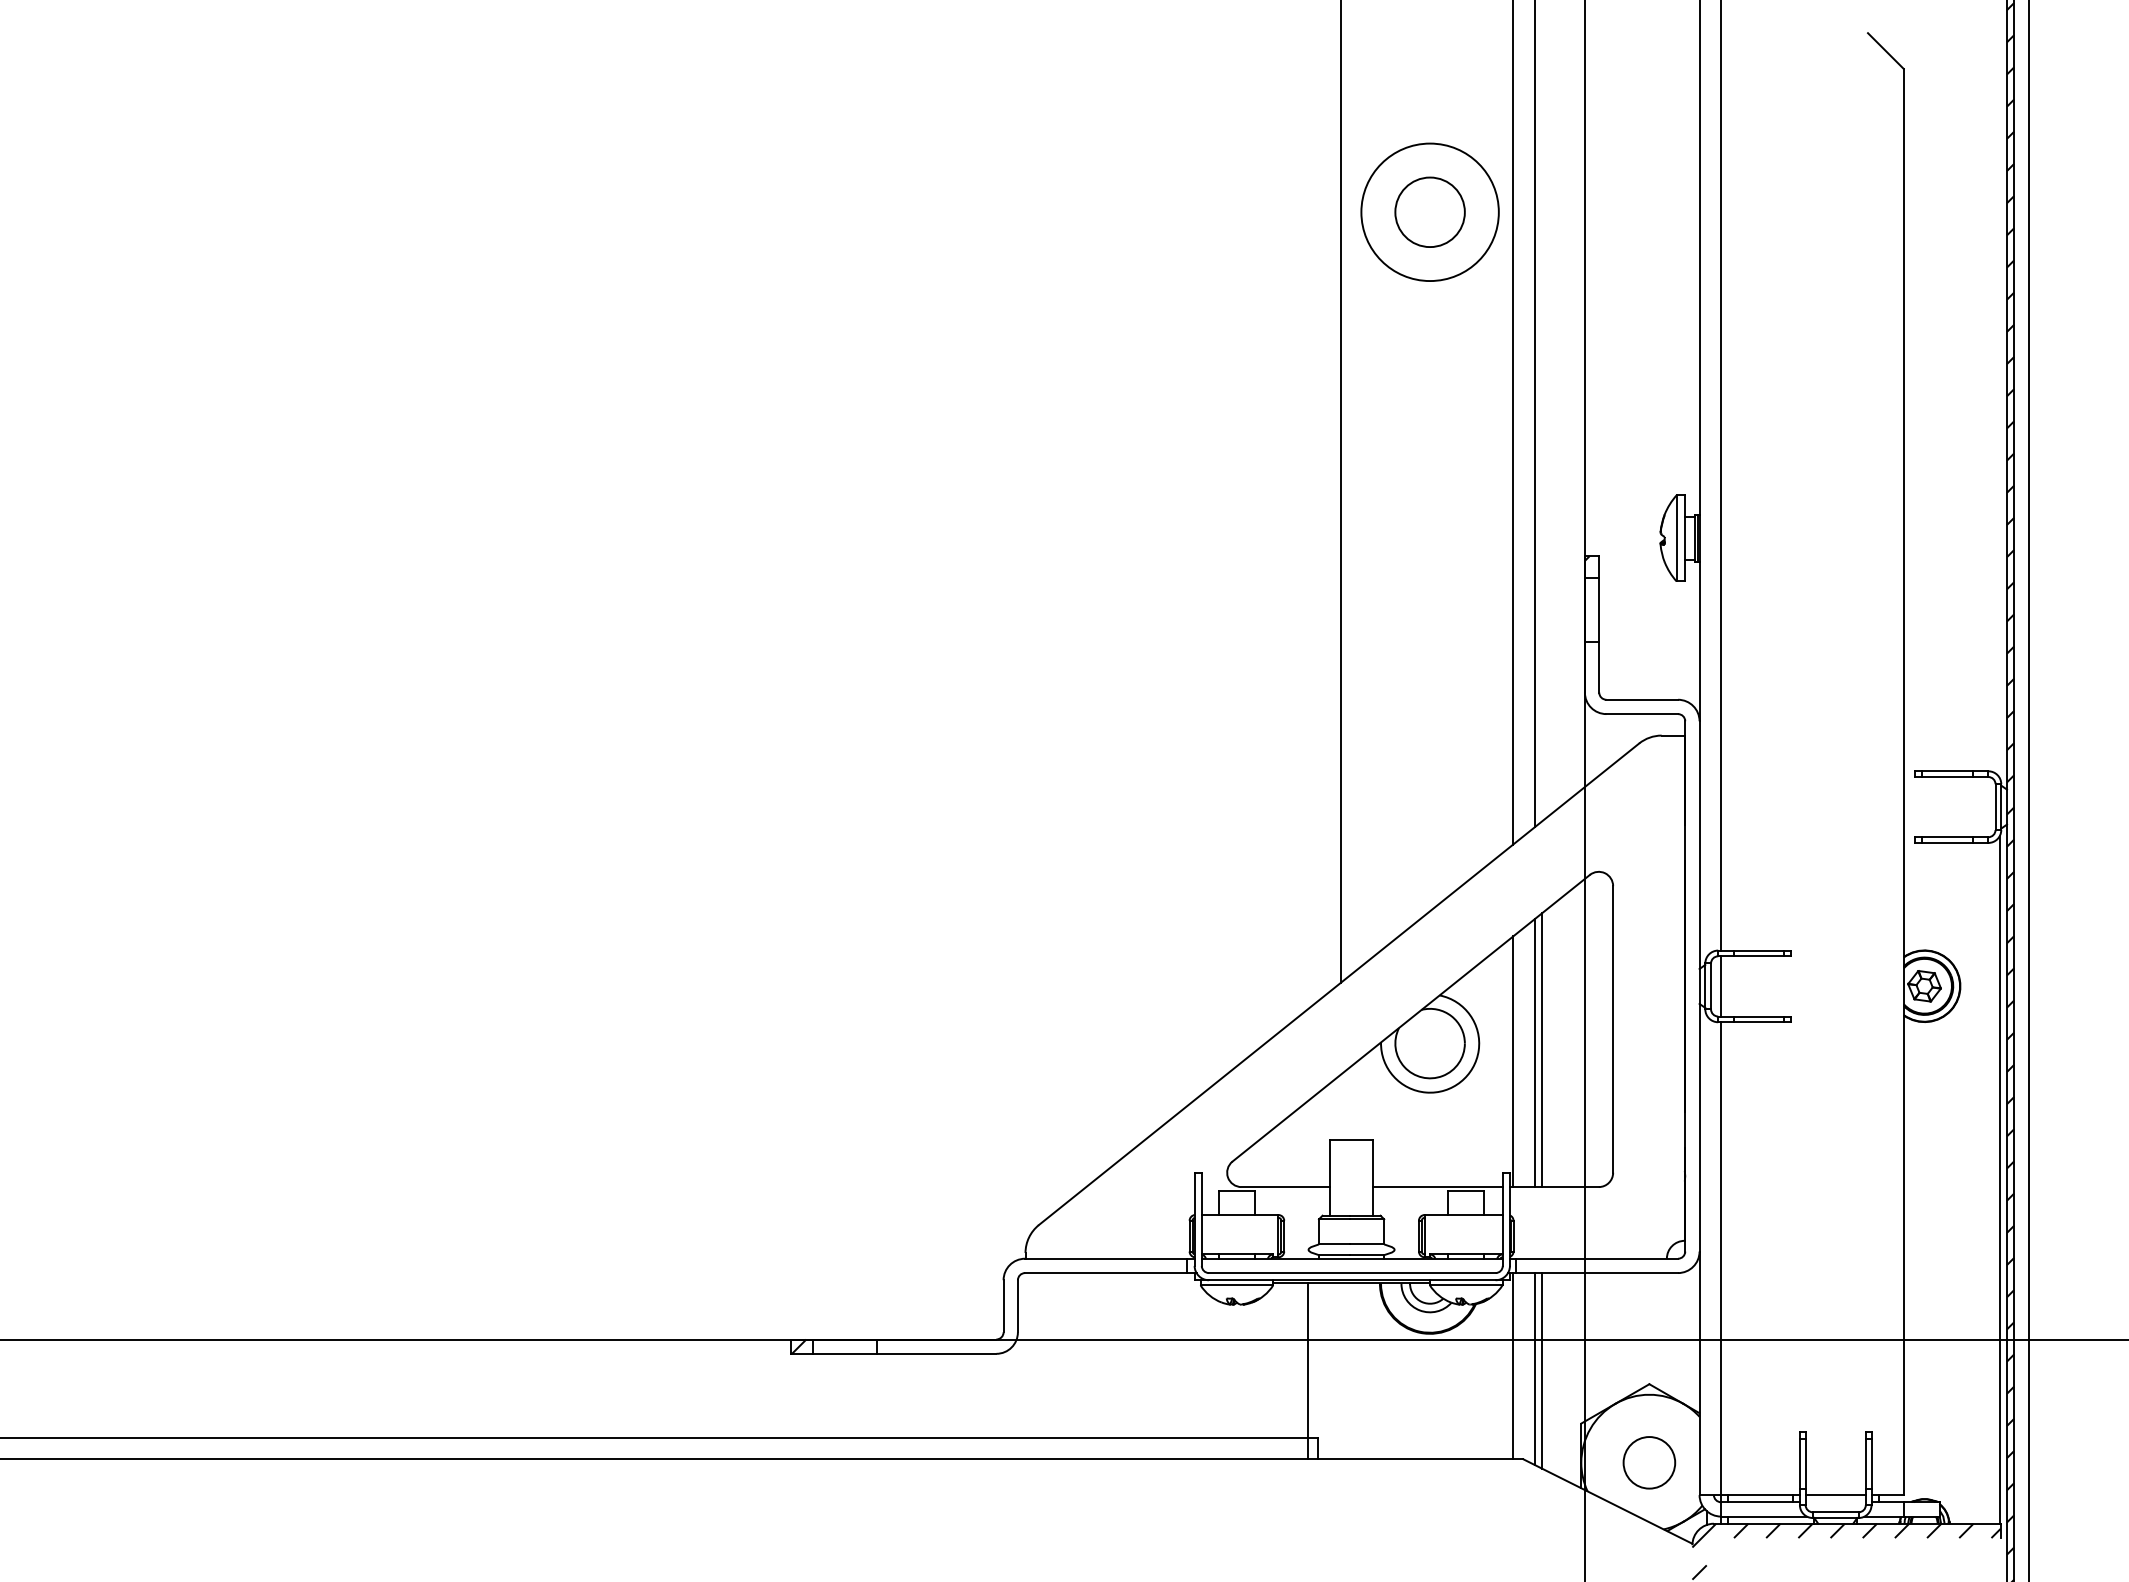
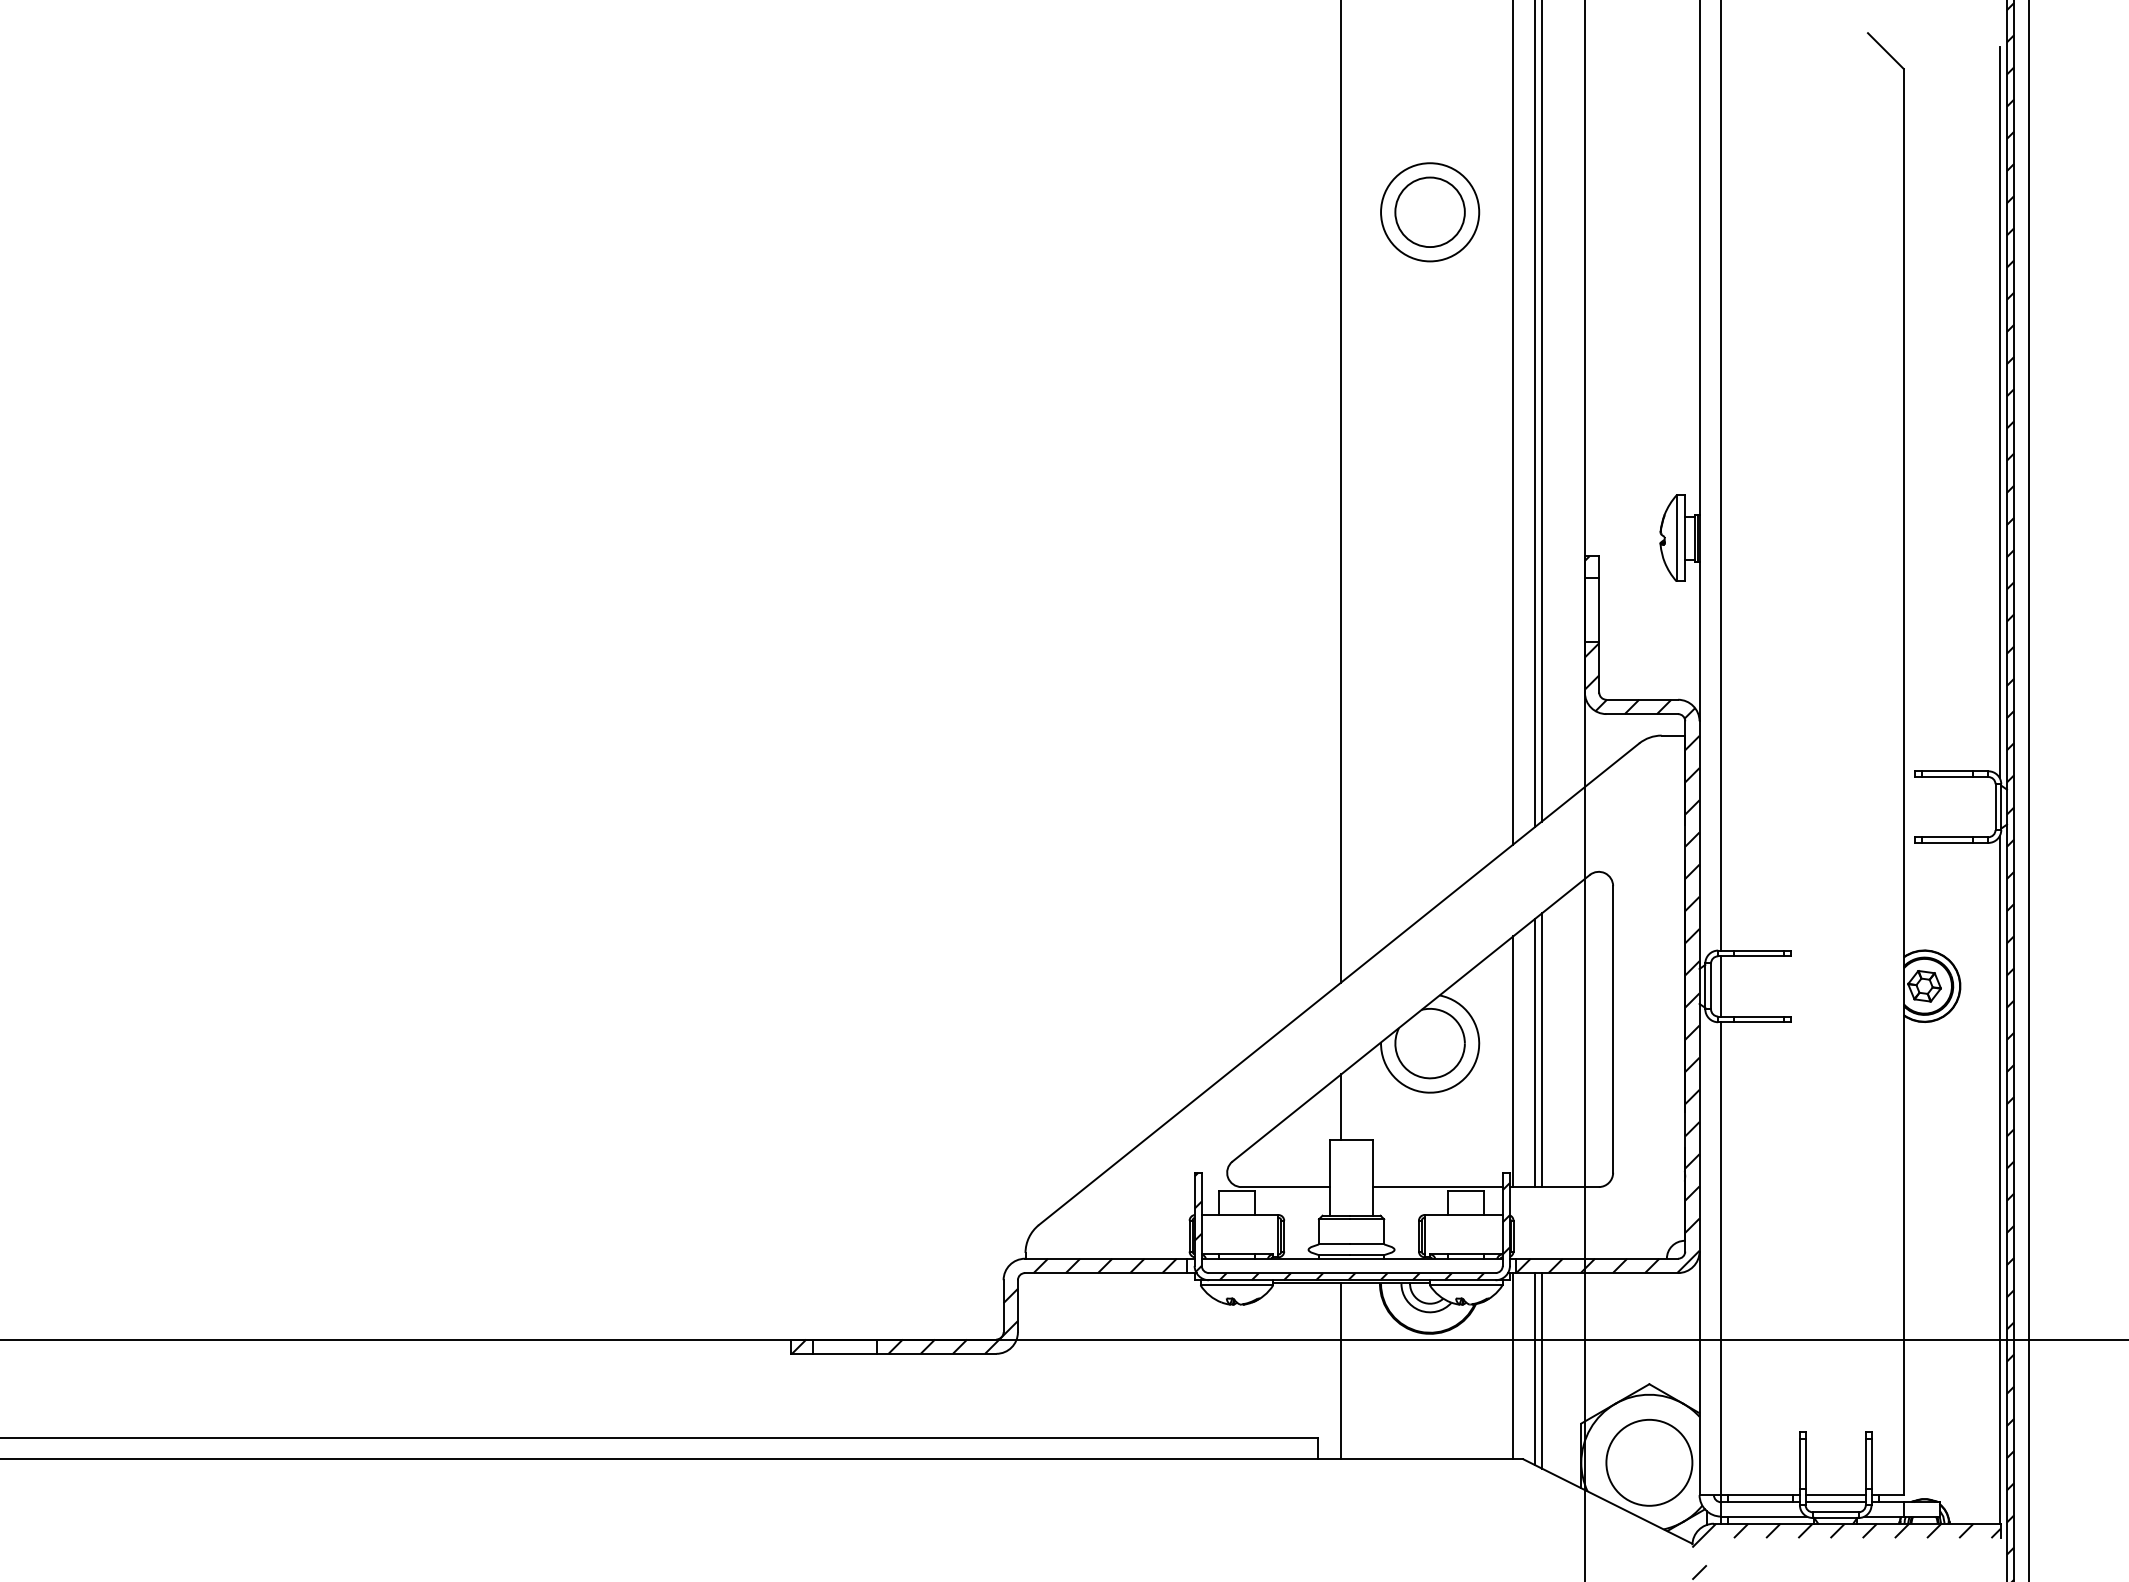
circle at (1429, 212) diameter: 137 px -> 98 px
line at (1541, 411): none -> present
line at (1999, 412): none -> present
hatch at (1607, 958): none -> present
line at (1341, 1106): none -> present
hatch at (1351, 1226): none -> present
hatch at (1032, 1305): none -> present
line at (1308, 1371) position: (1308, 1371) -> (1341, 1371)
circle at (1649, 1462) diameter: 52 px -> 86 px
line at (1835, 1502): none -> present
